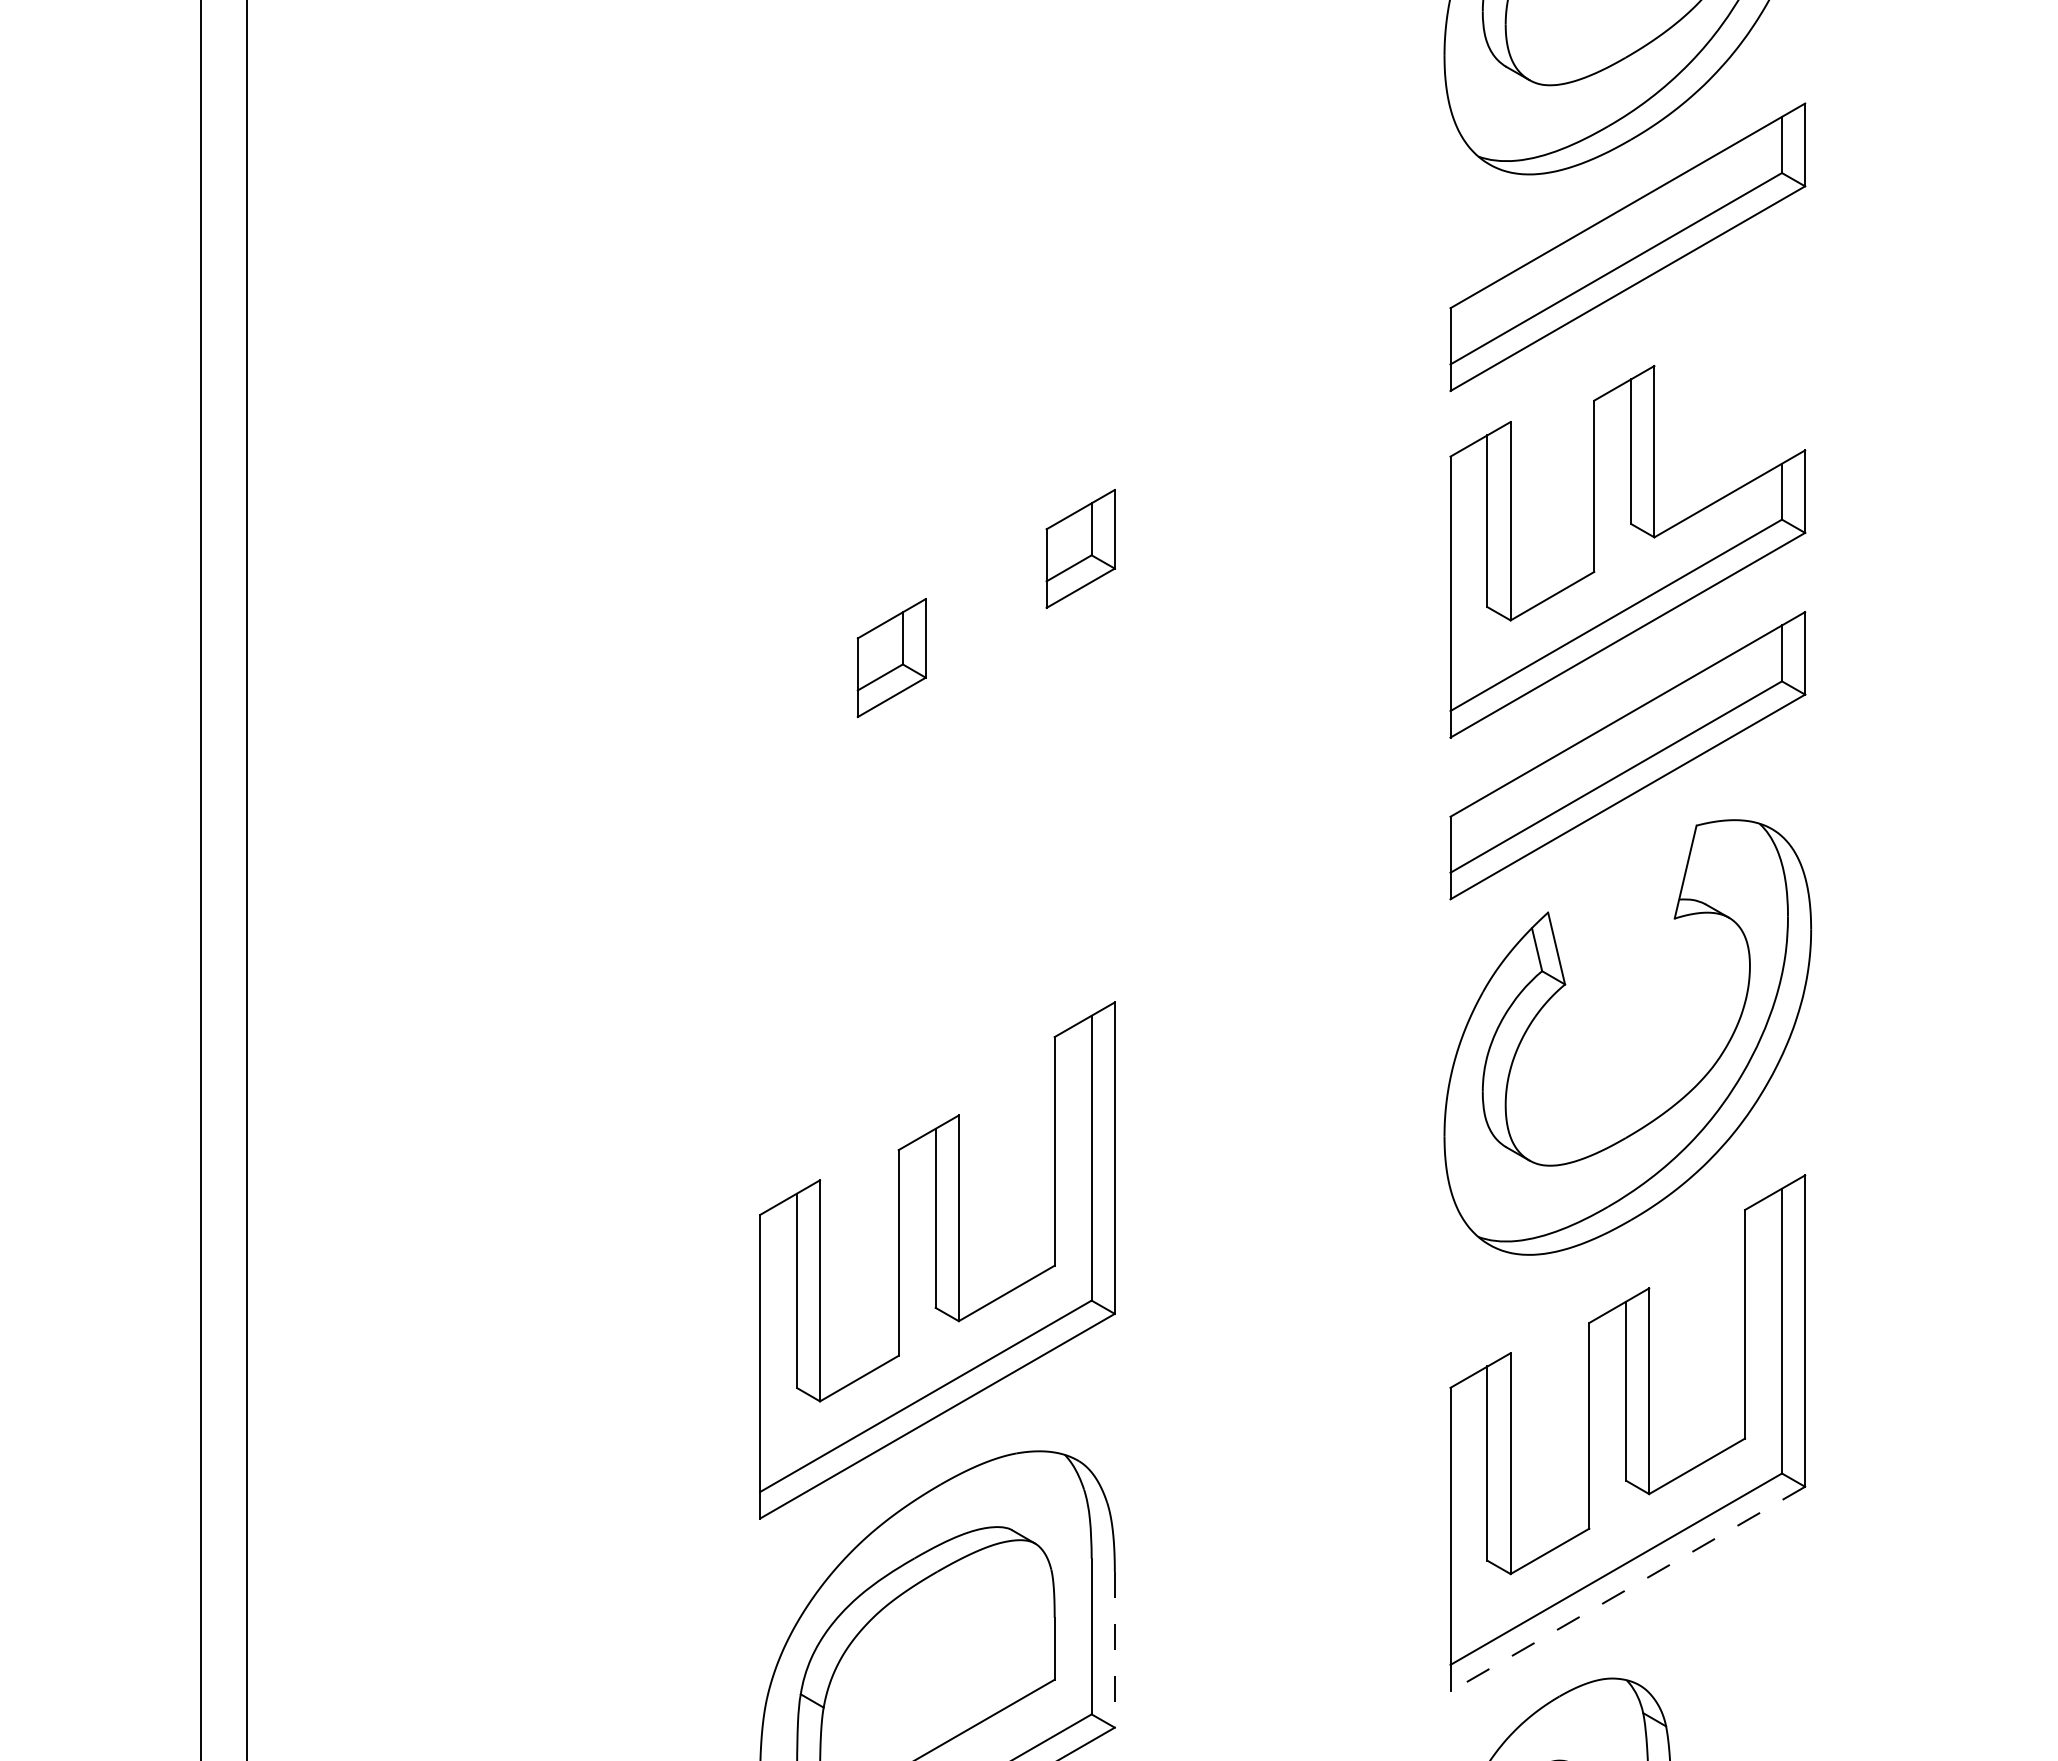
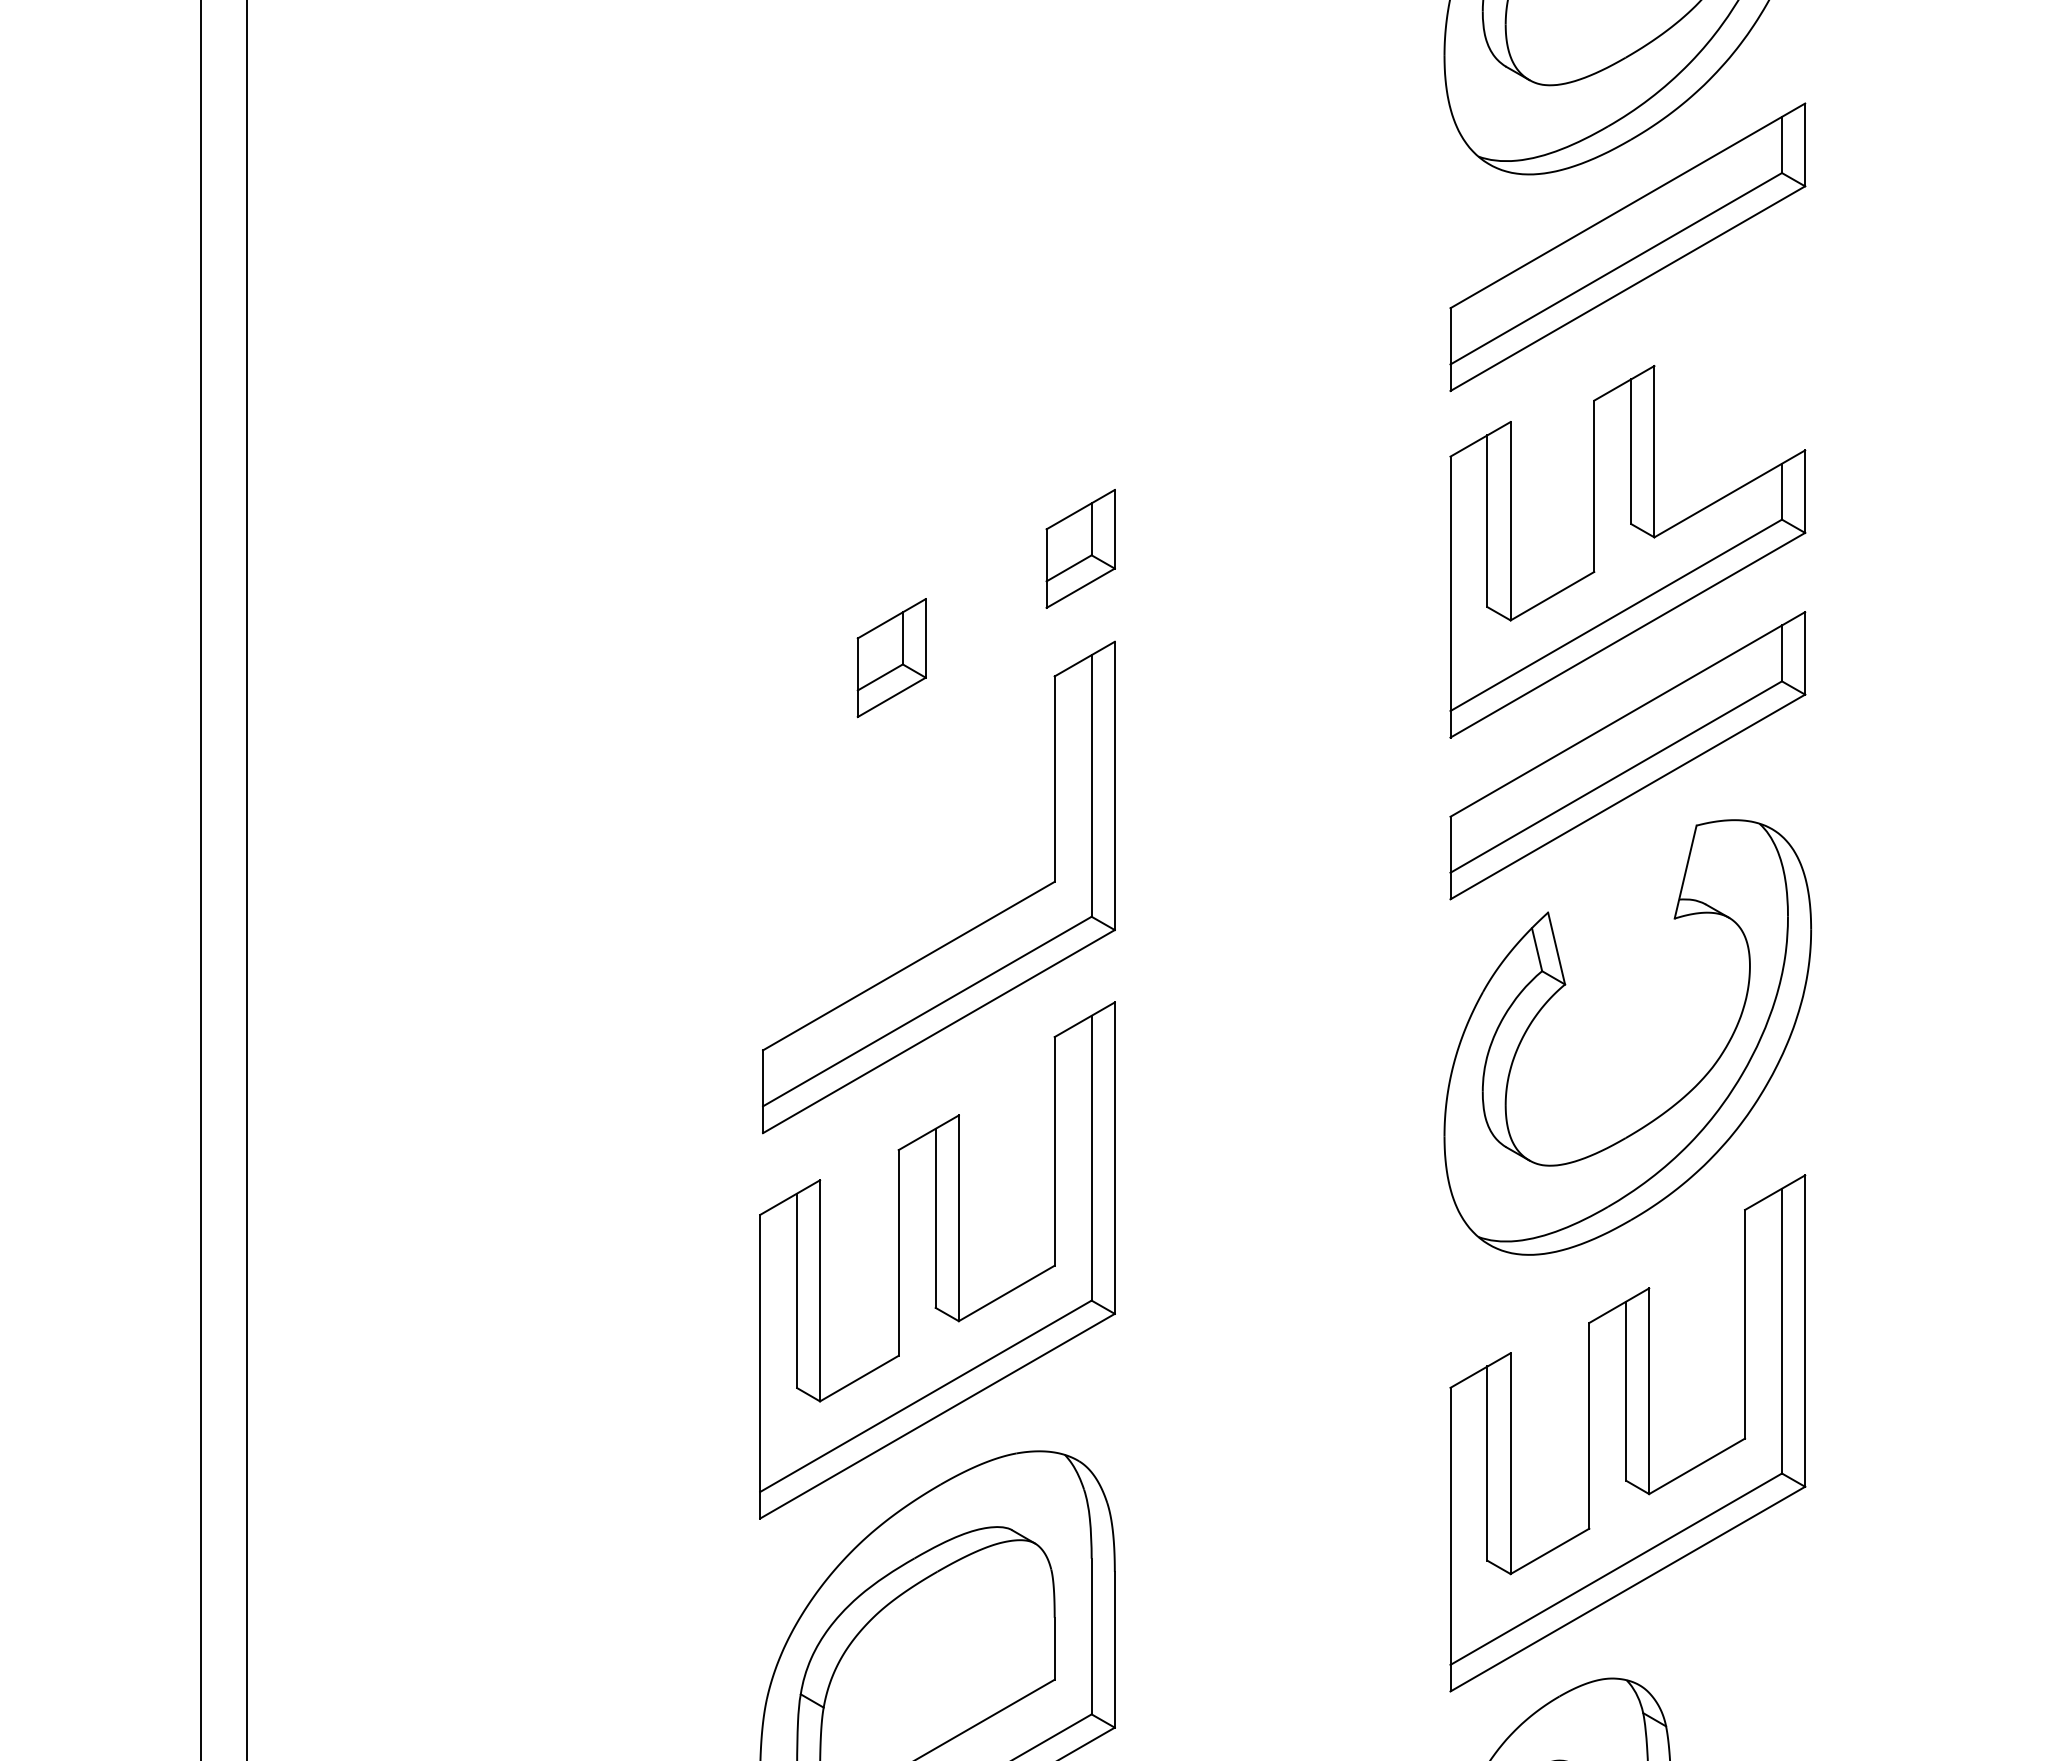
part at (964, 932): none -> present
line at (1627, 1589): dashed -> solid
line at (1114, 1649): dashed -> solid
